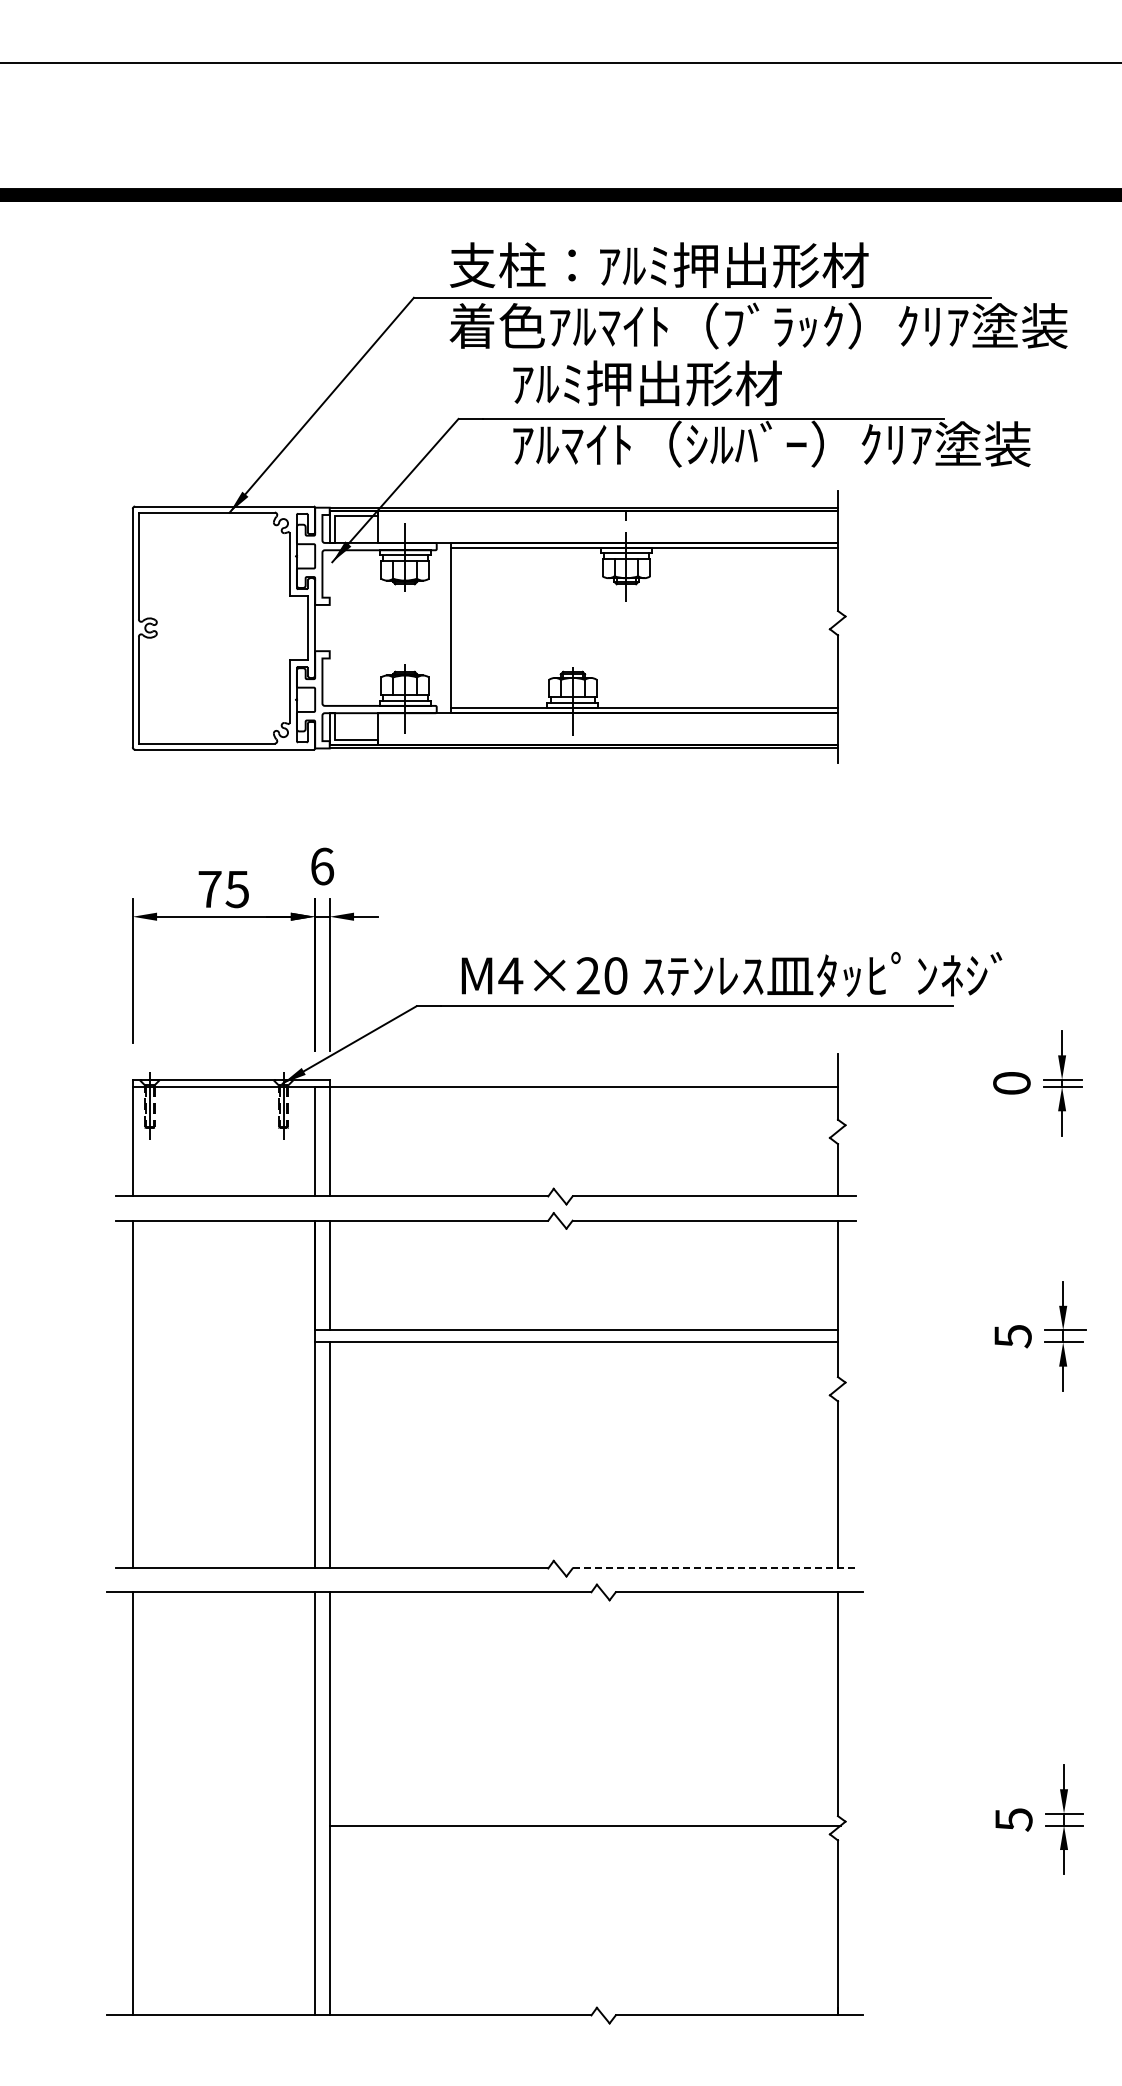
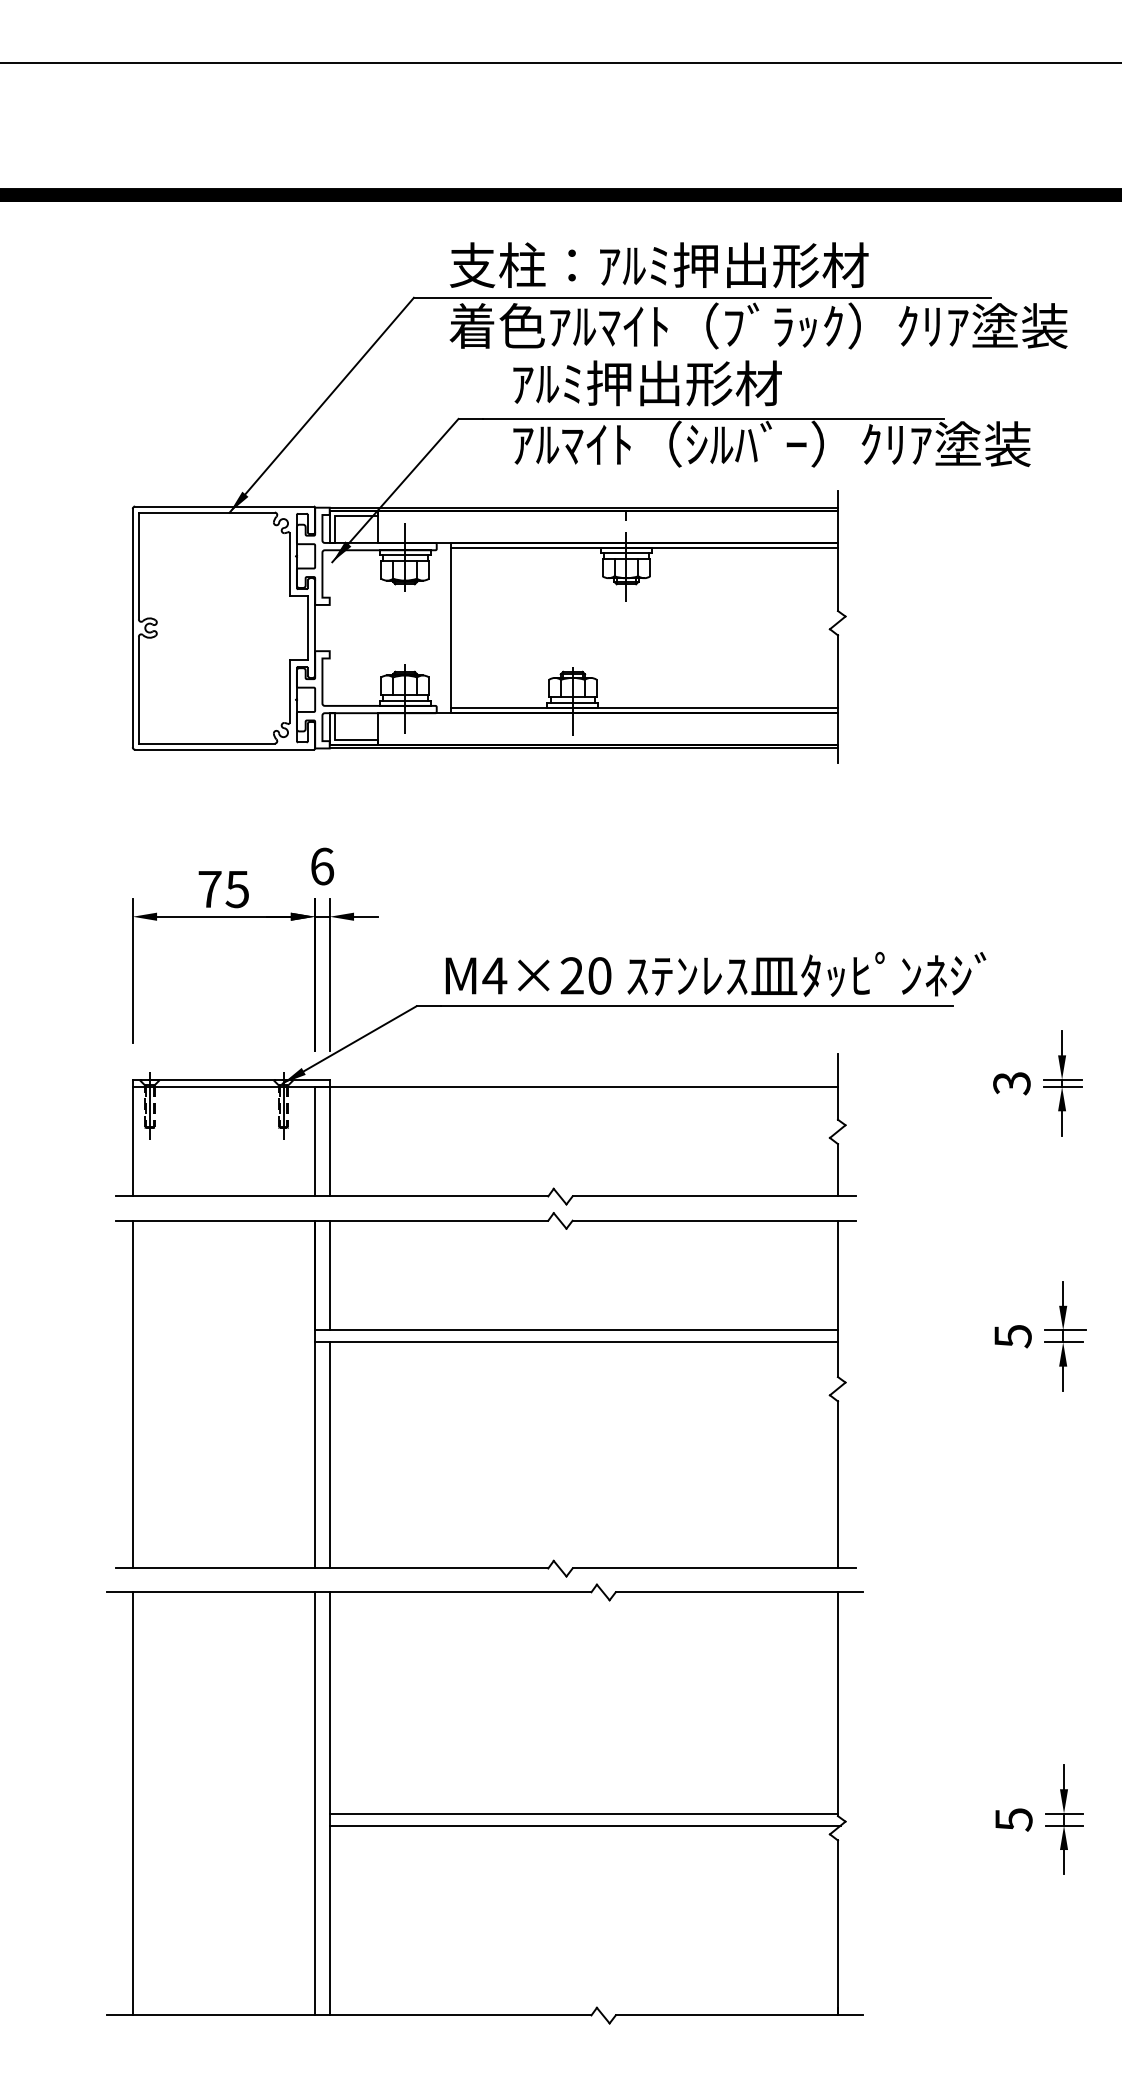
text at (731, 974) position: (731, 974) -> (715, 974)
text at (1011, 1083): 0 -> 3
line at (714, 1568): dashed -> solid
line at (583, 1813): none -> present
